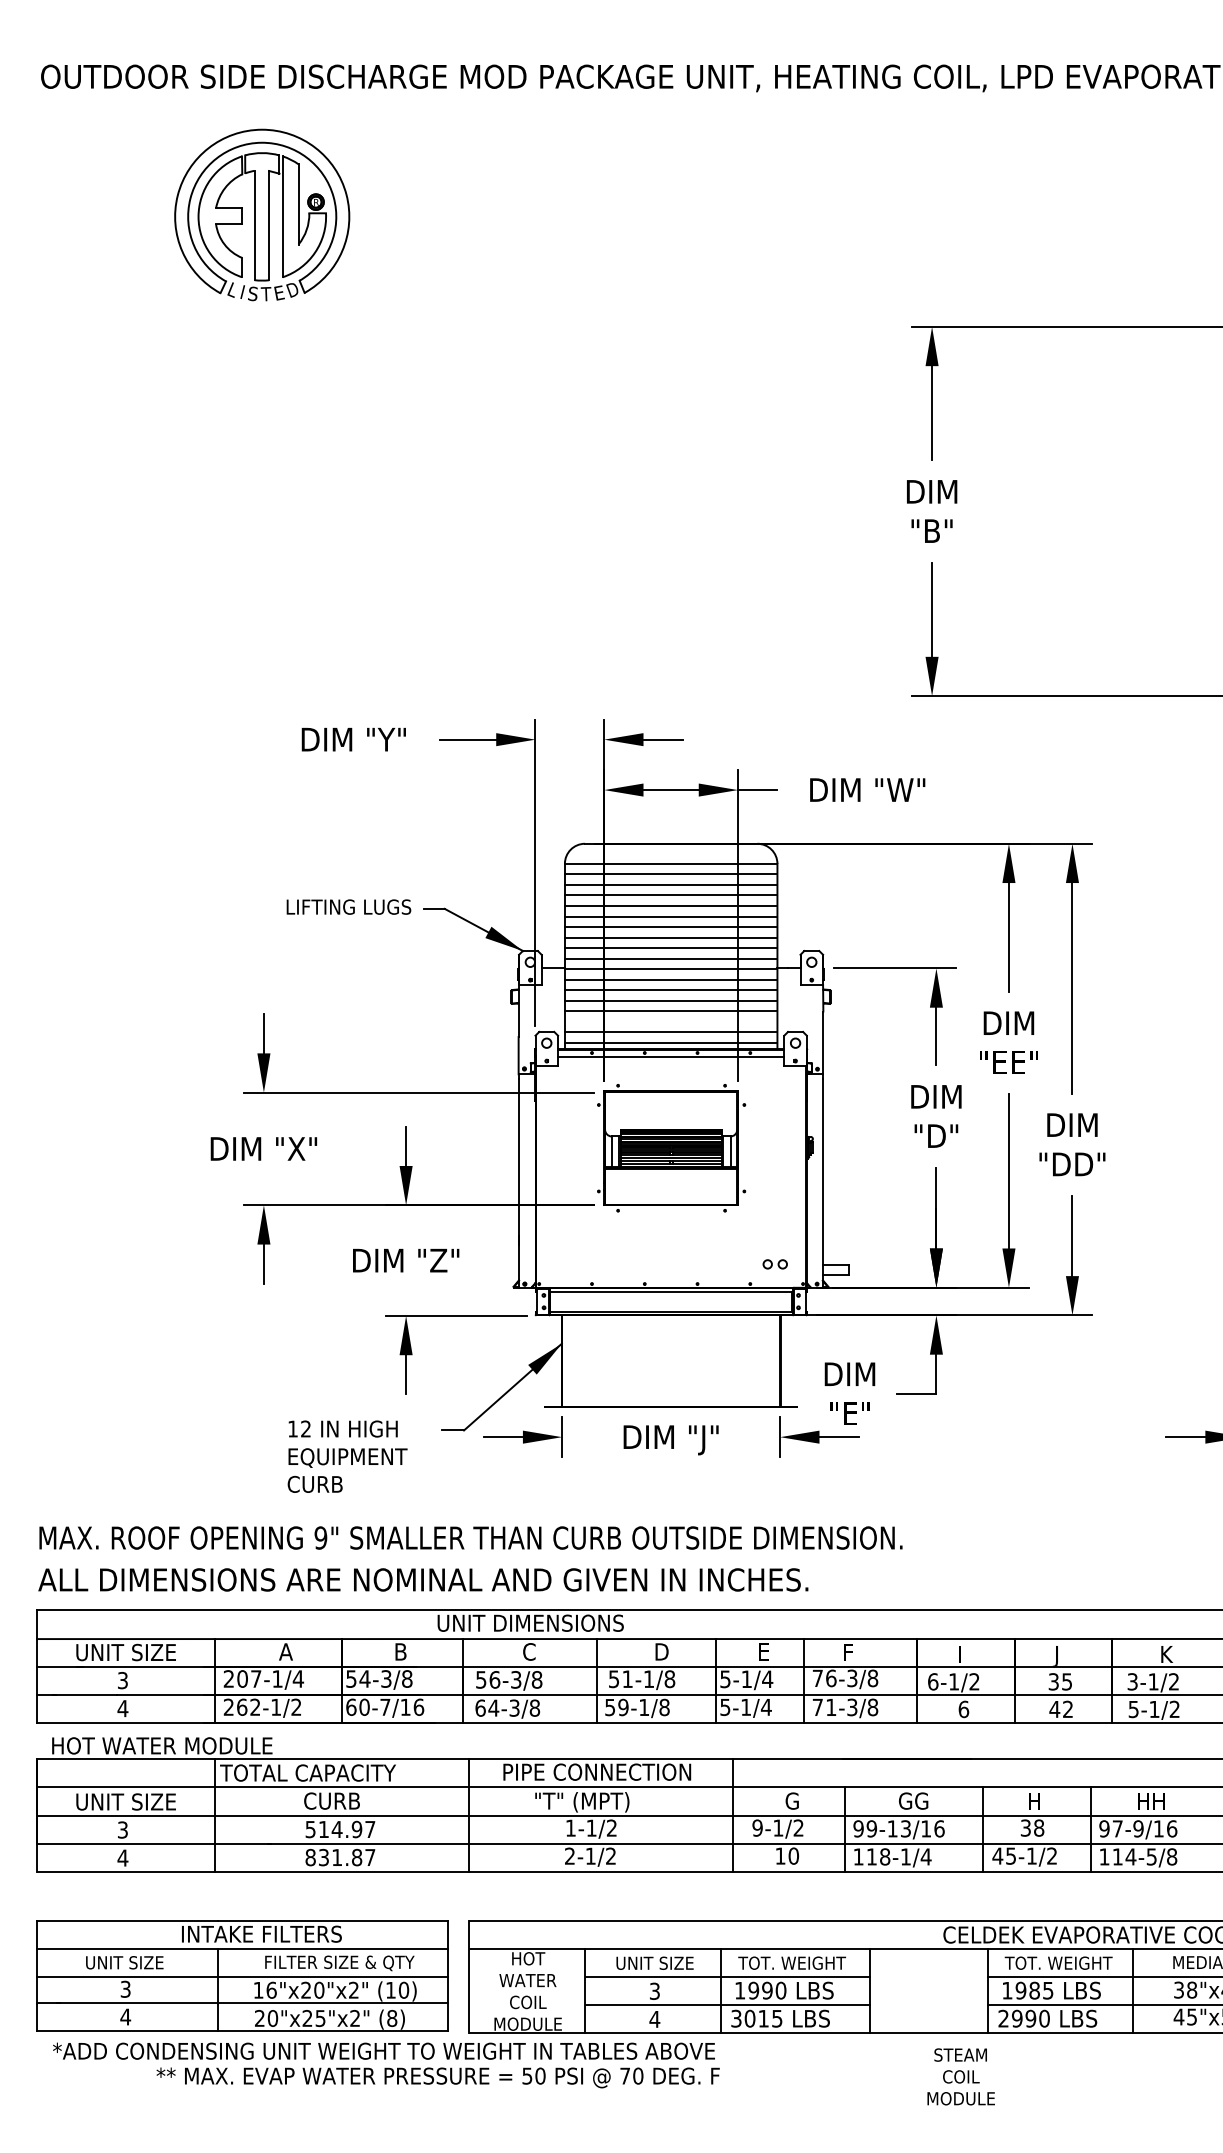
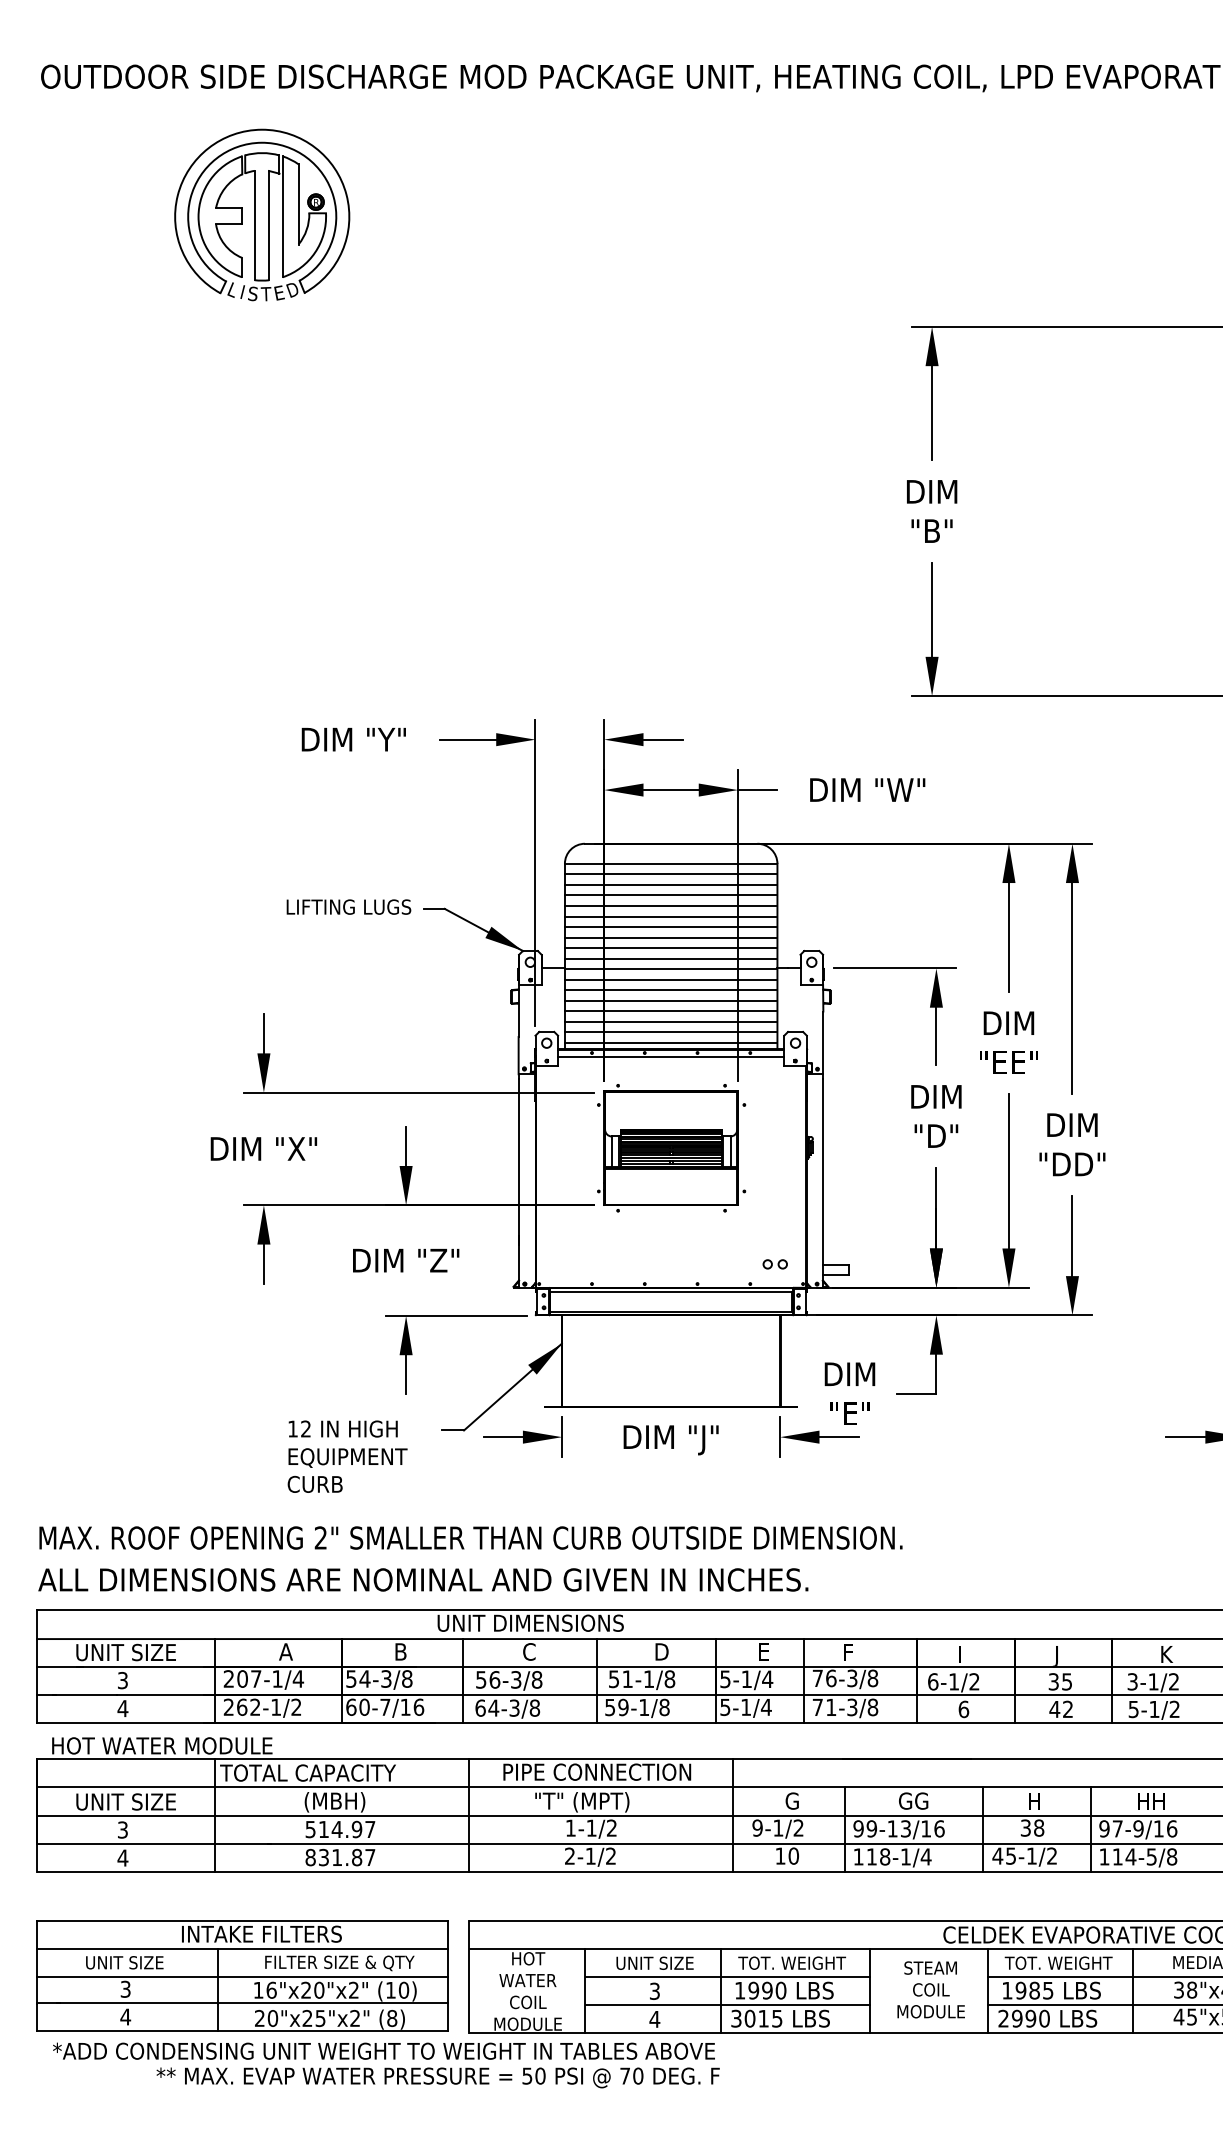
line at (670, 1021): none -> present
text at (320, 1537): 9" -> 2"
text at (334, 1802): CURB -> (MBH)
text at (960, 2076) position: (960, 2076) -> (930, 1989)
